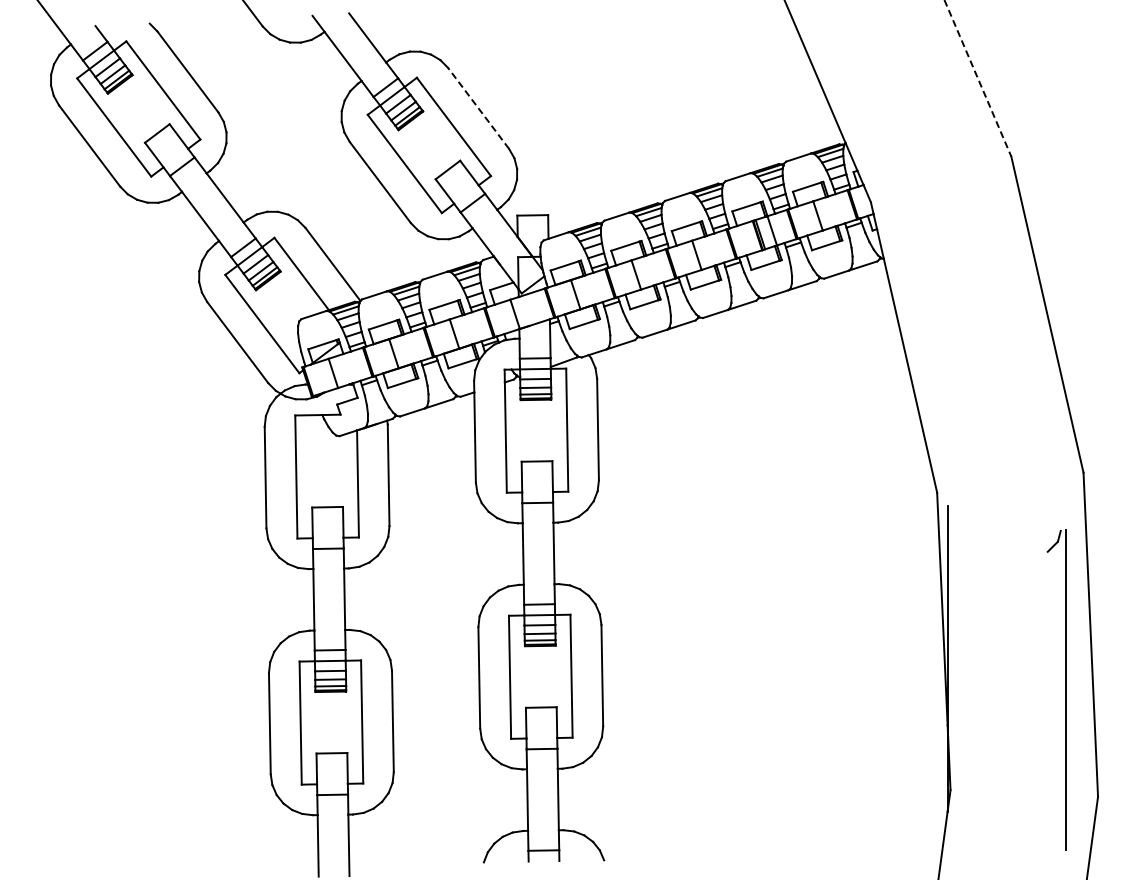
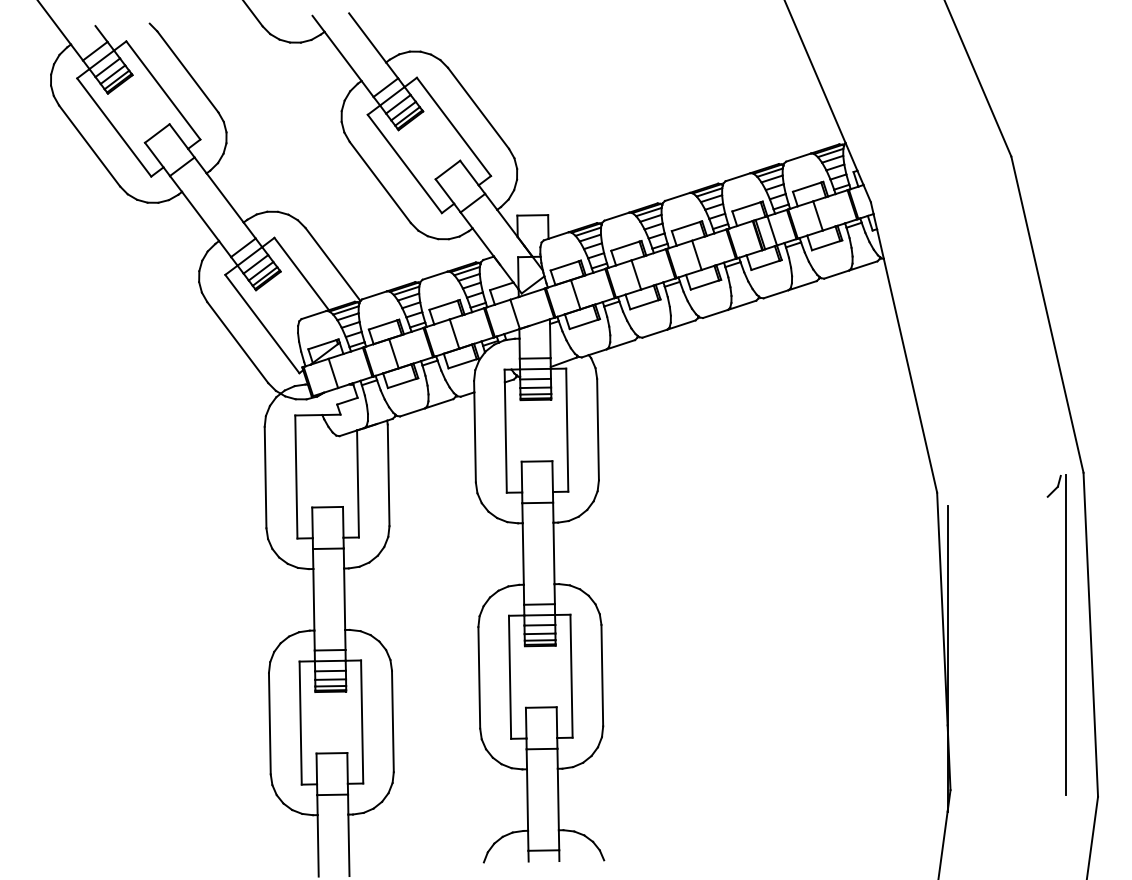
line at (978, 78): dashed -> solid
line at (478, 108): dashed -> solid
part at (1065, 689) position: (1065, 689) -> (1065, 634)
